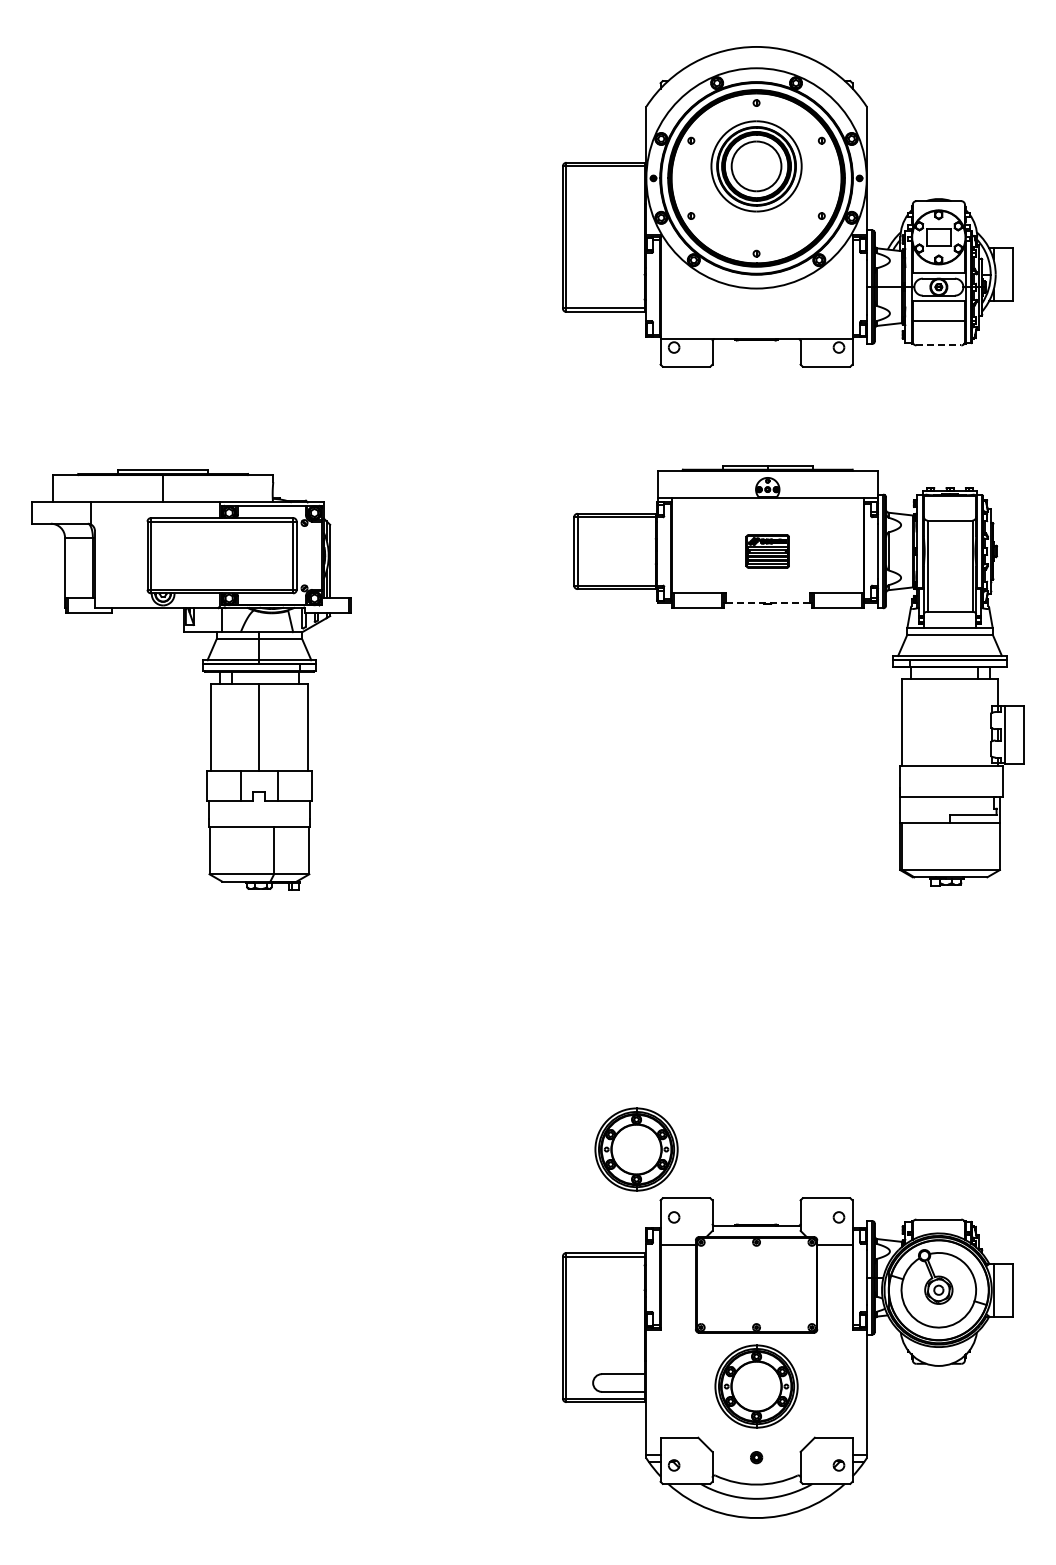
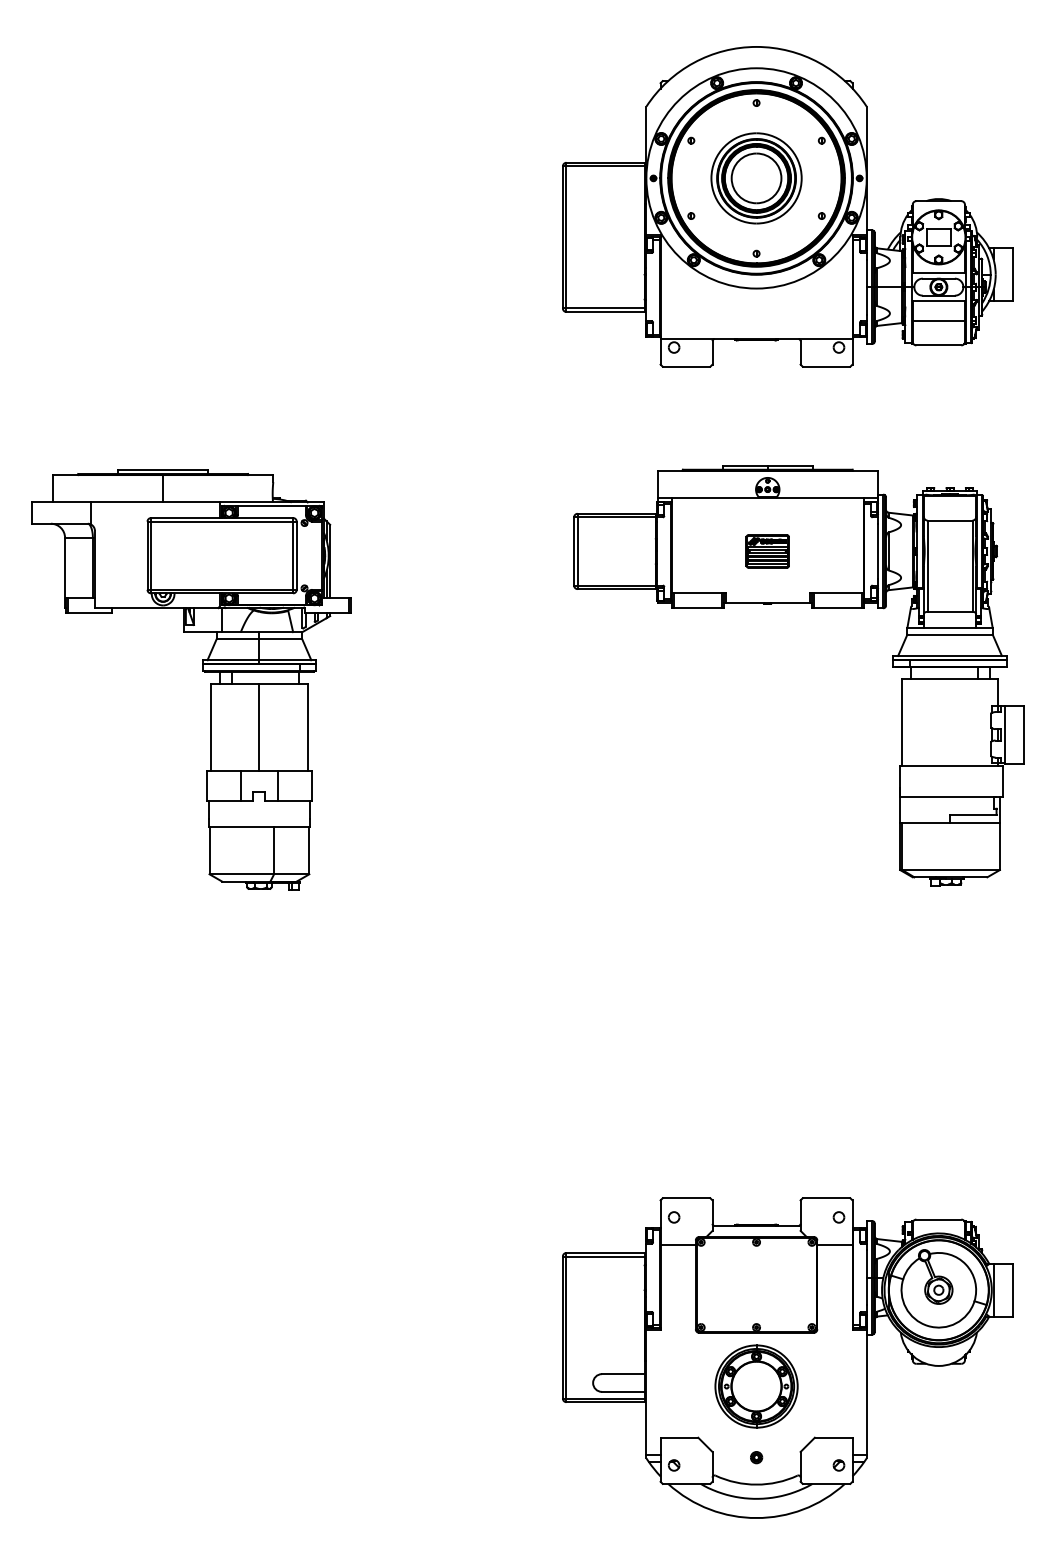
part at (756, 166) position: (756, 166) -> (756, 178)
line at (939, 345): dashed -> solid
line at (767, 603): dashed -> solid
part at (636, 1149): present -> none
